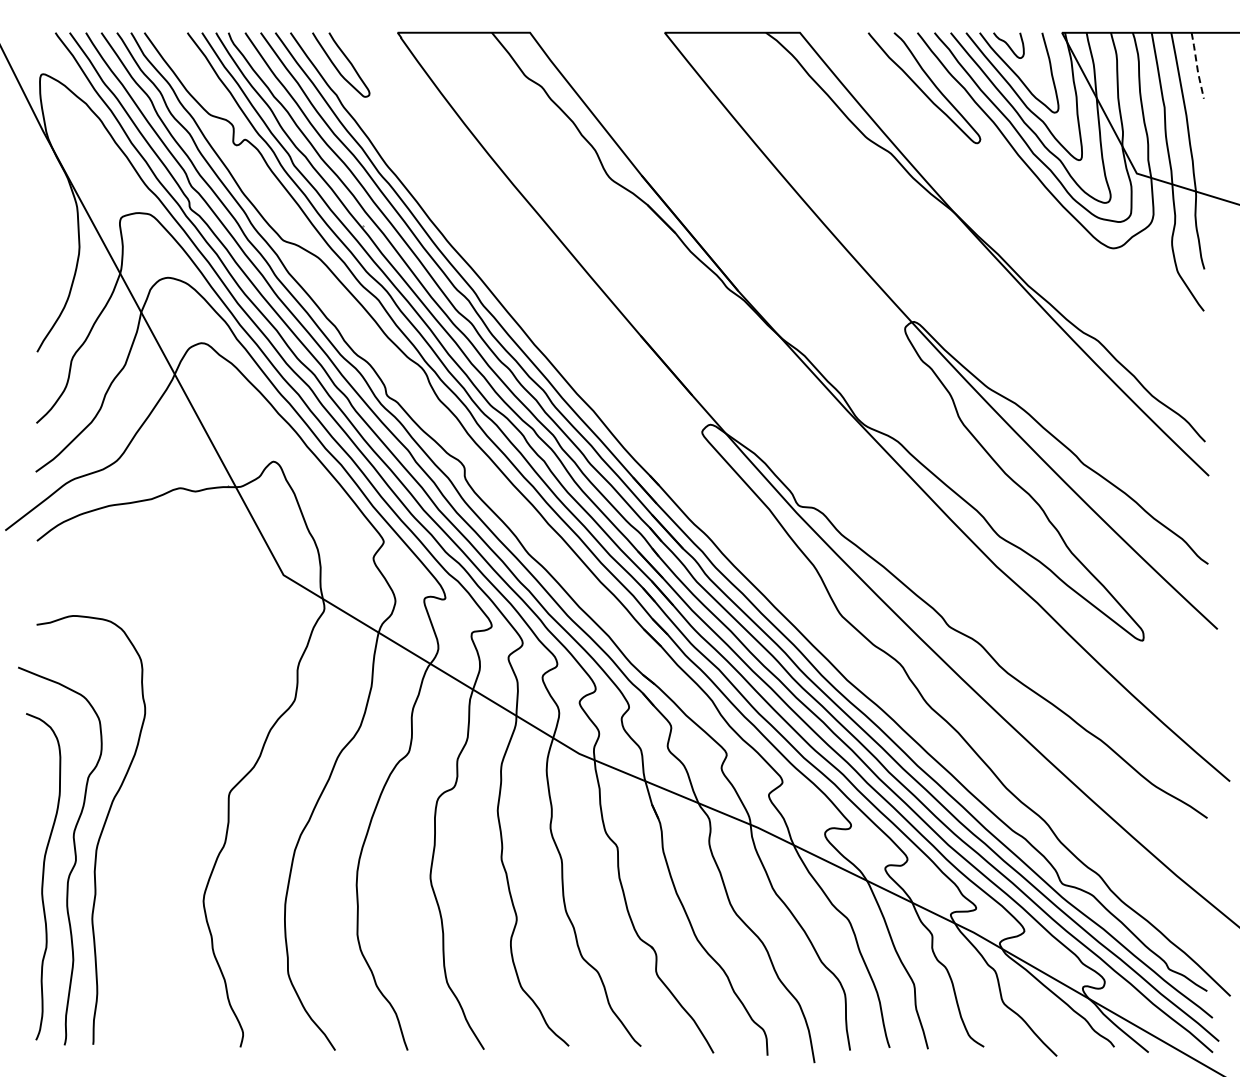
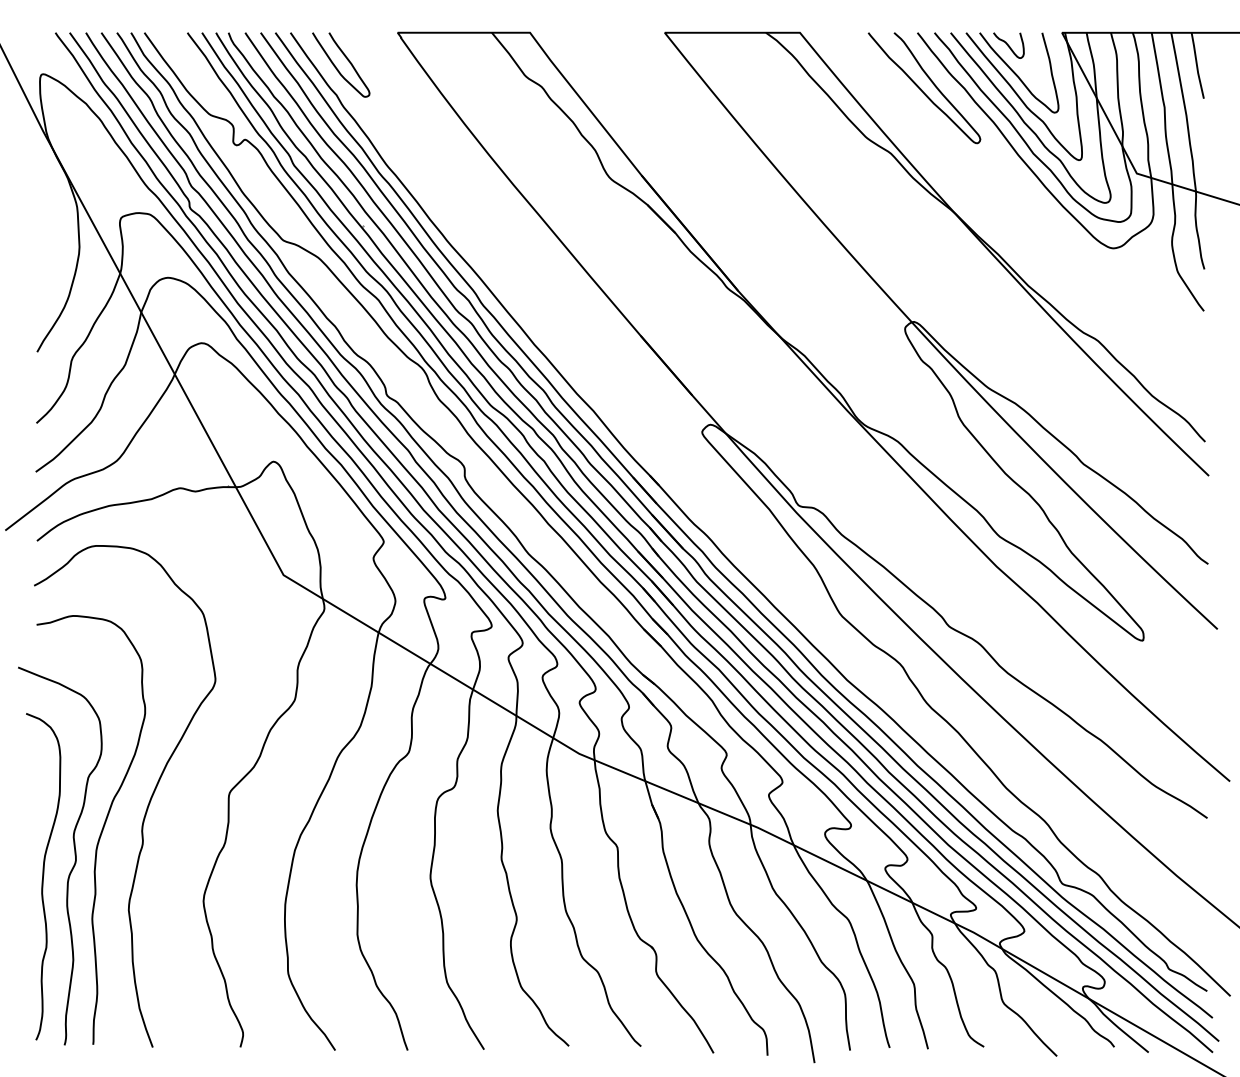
line at (1197, 66): dashed -> solid
curve at (146, 807): none -> present
